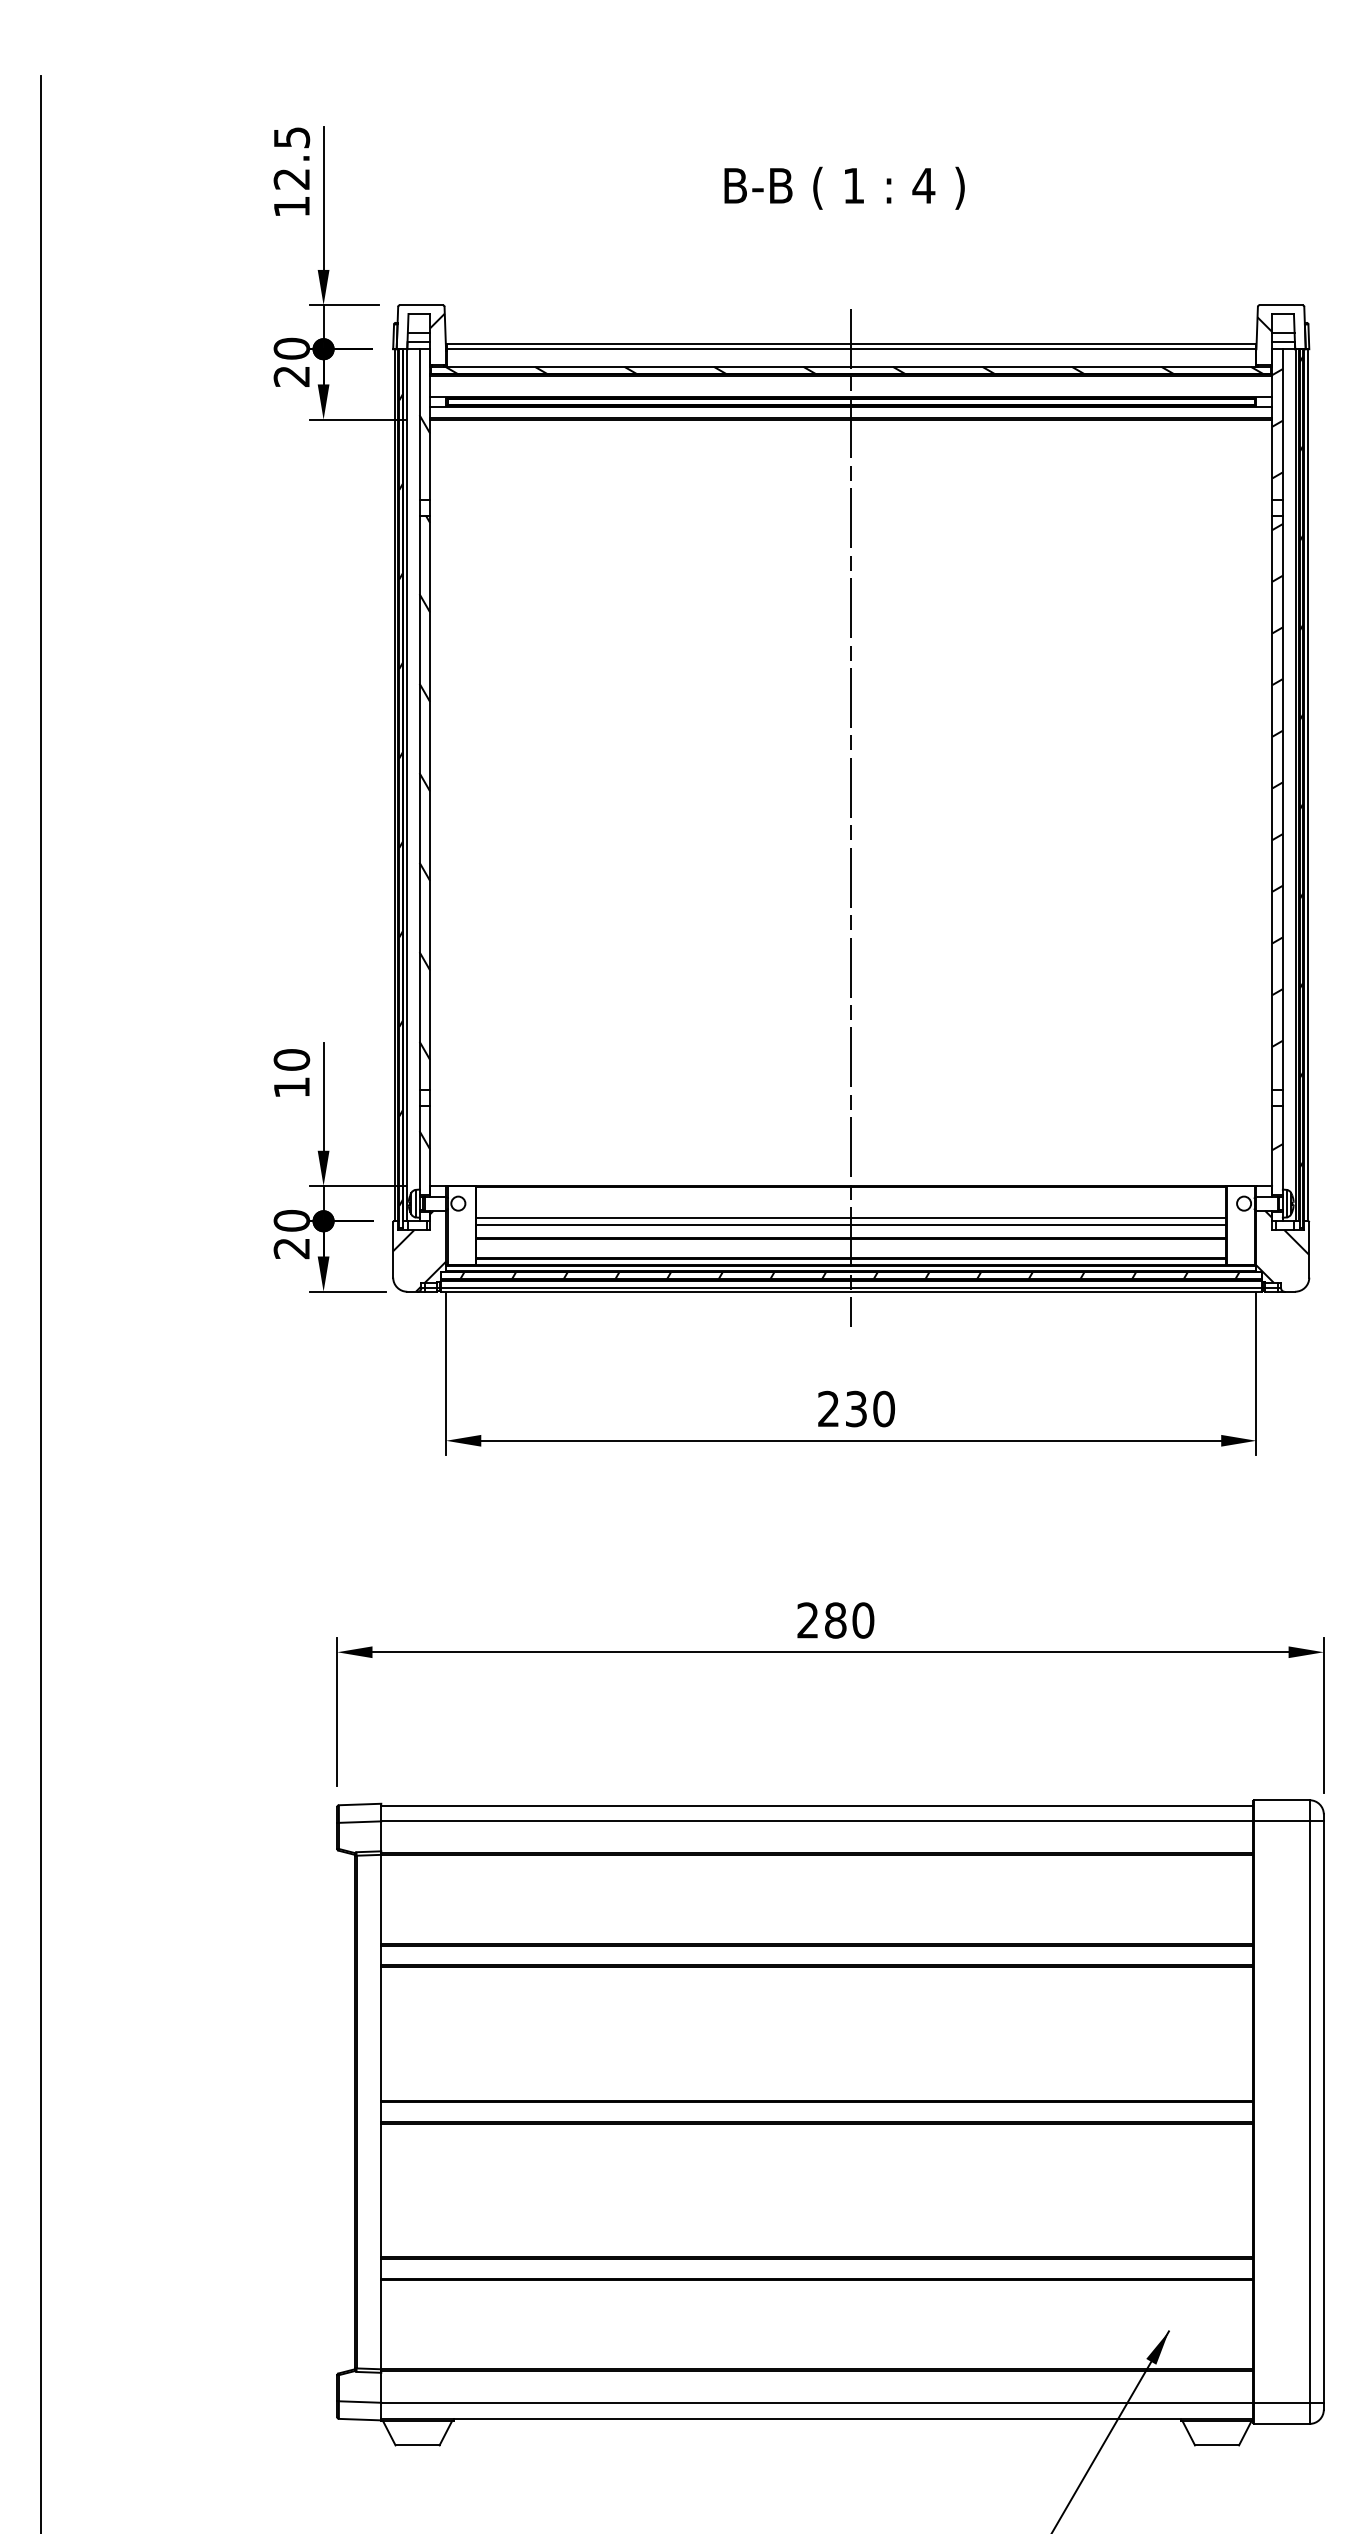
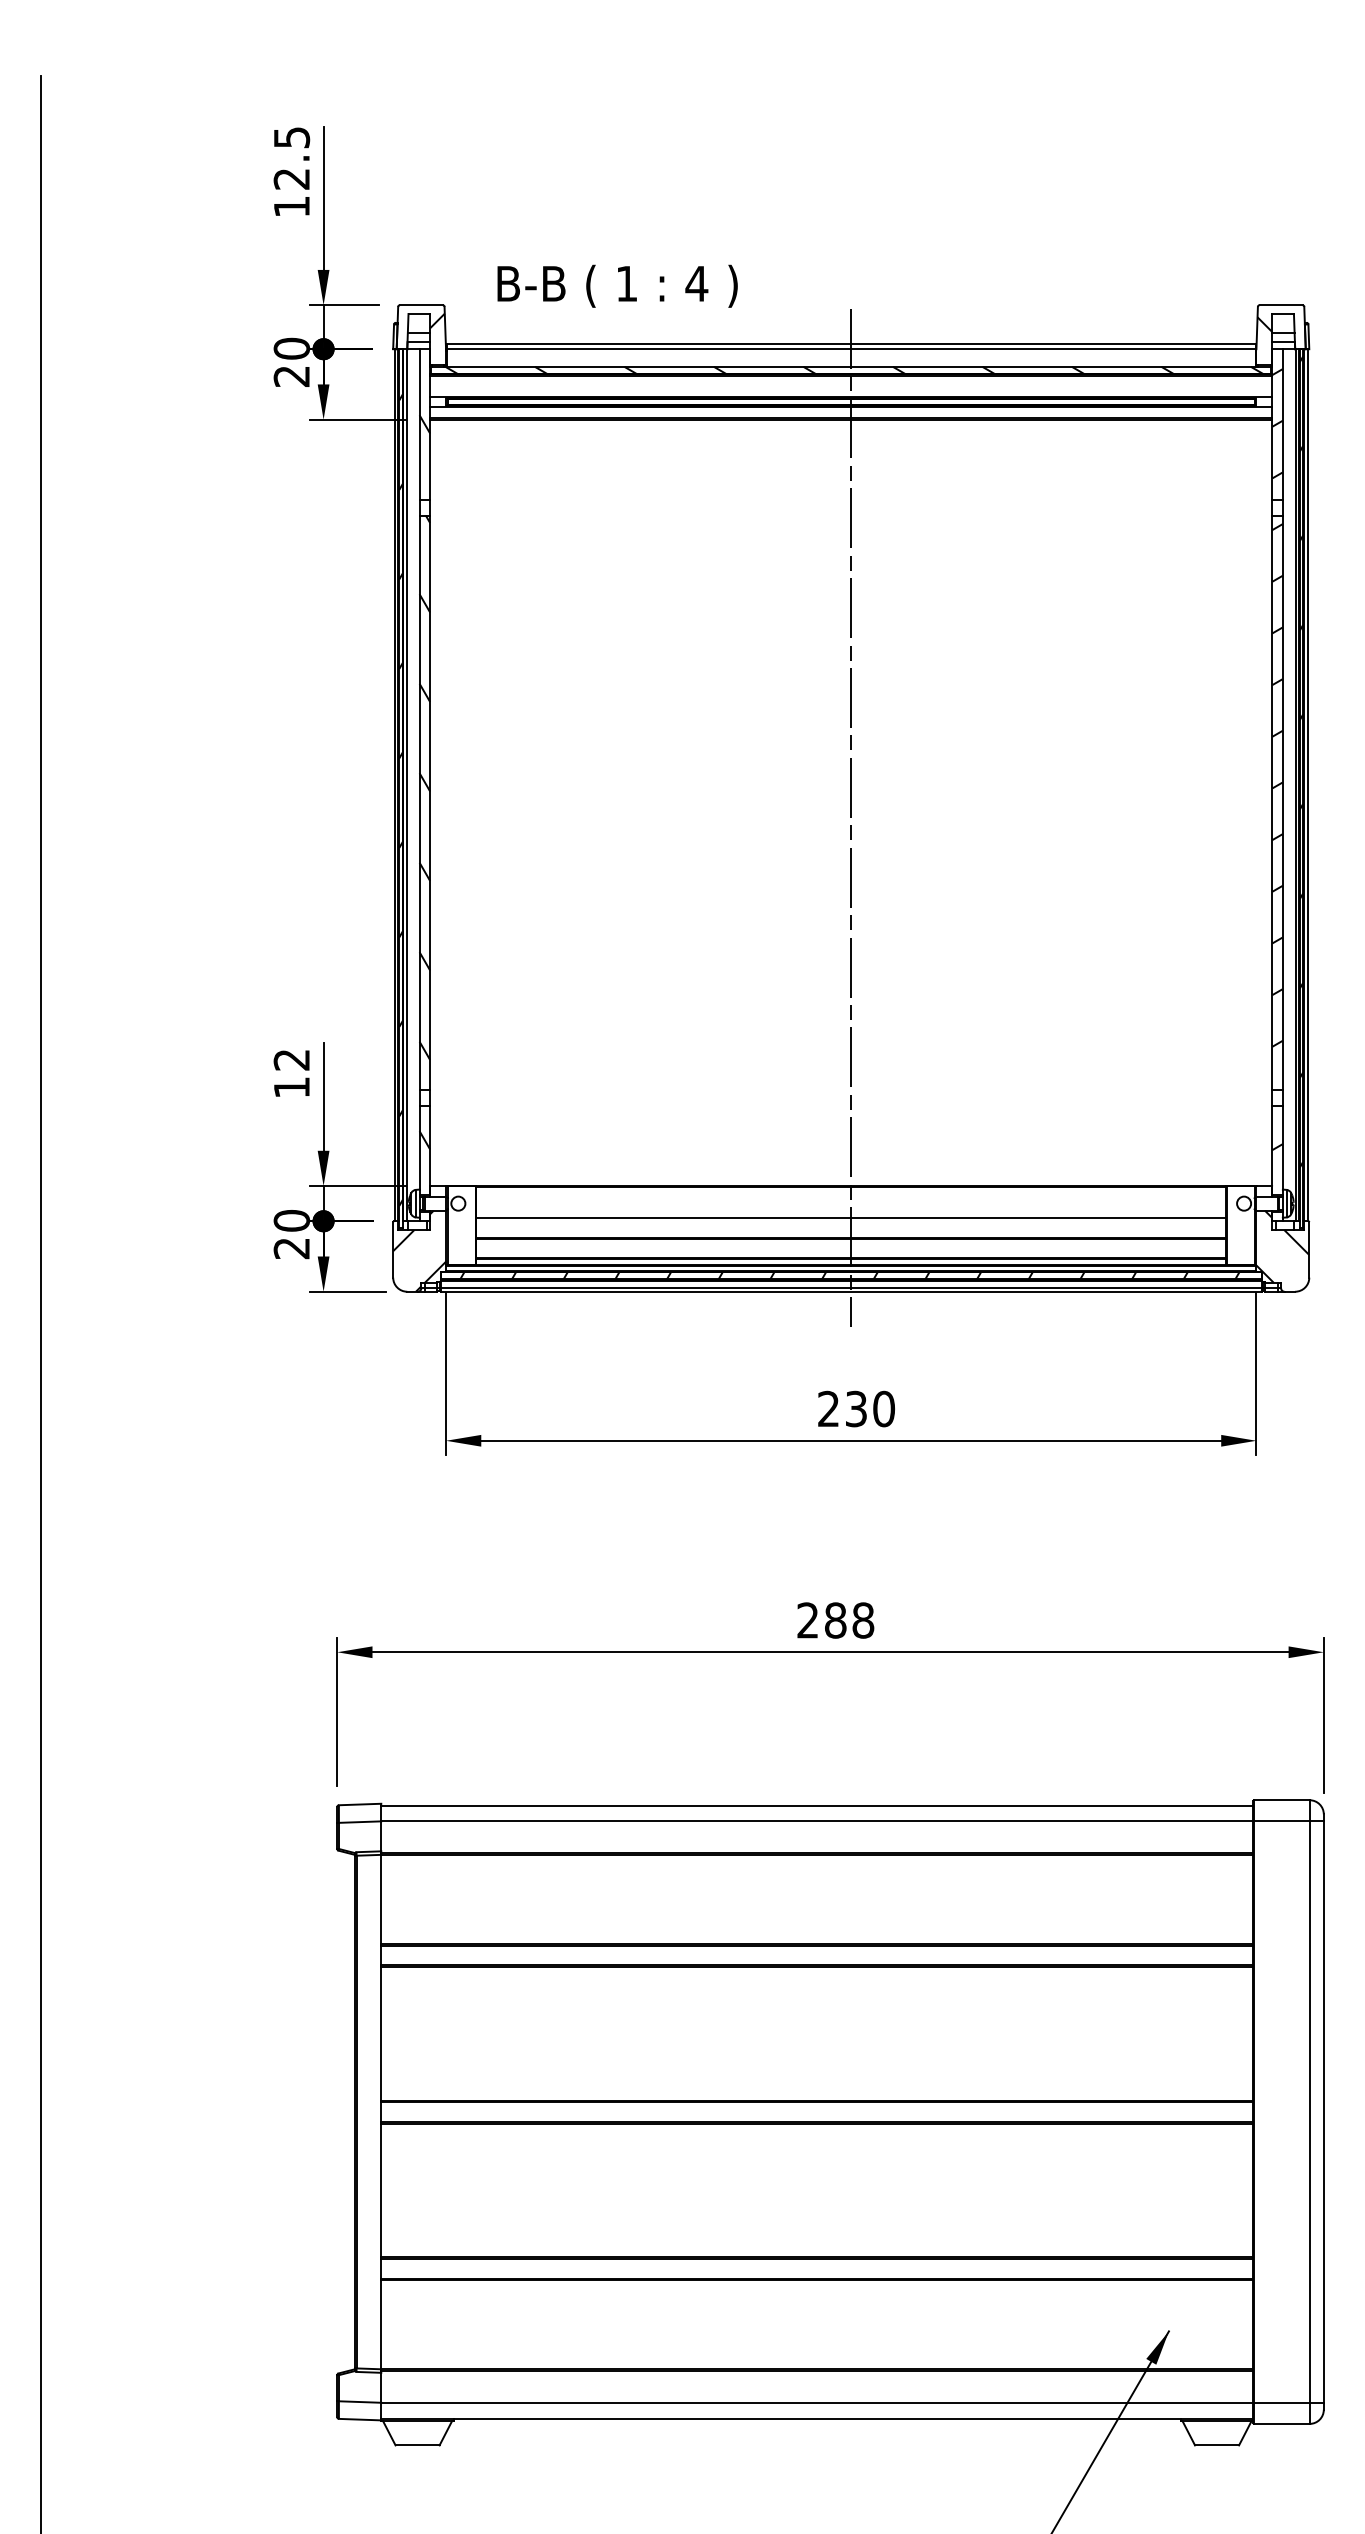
text at (844, 187) position: (844, 187) -> (617, 285)
text at (291, 1059): 10 -> 12
line at (850, 1224): present -> none
text at (863, 1620): 280 -> 288
